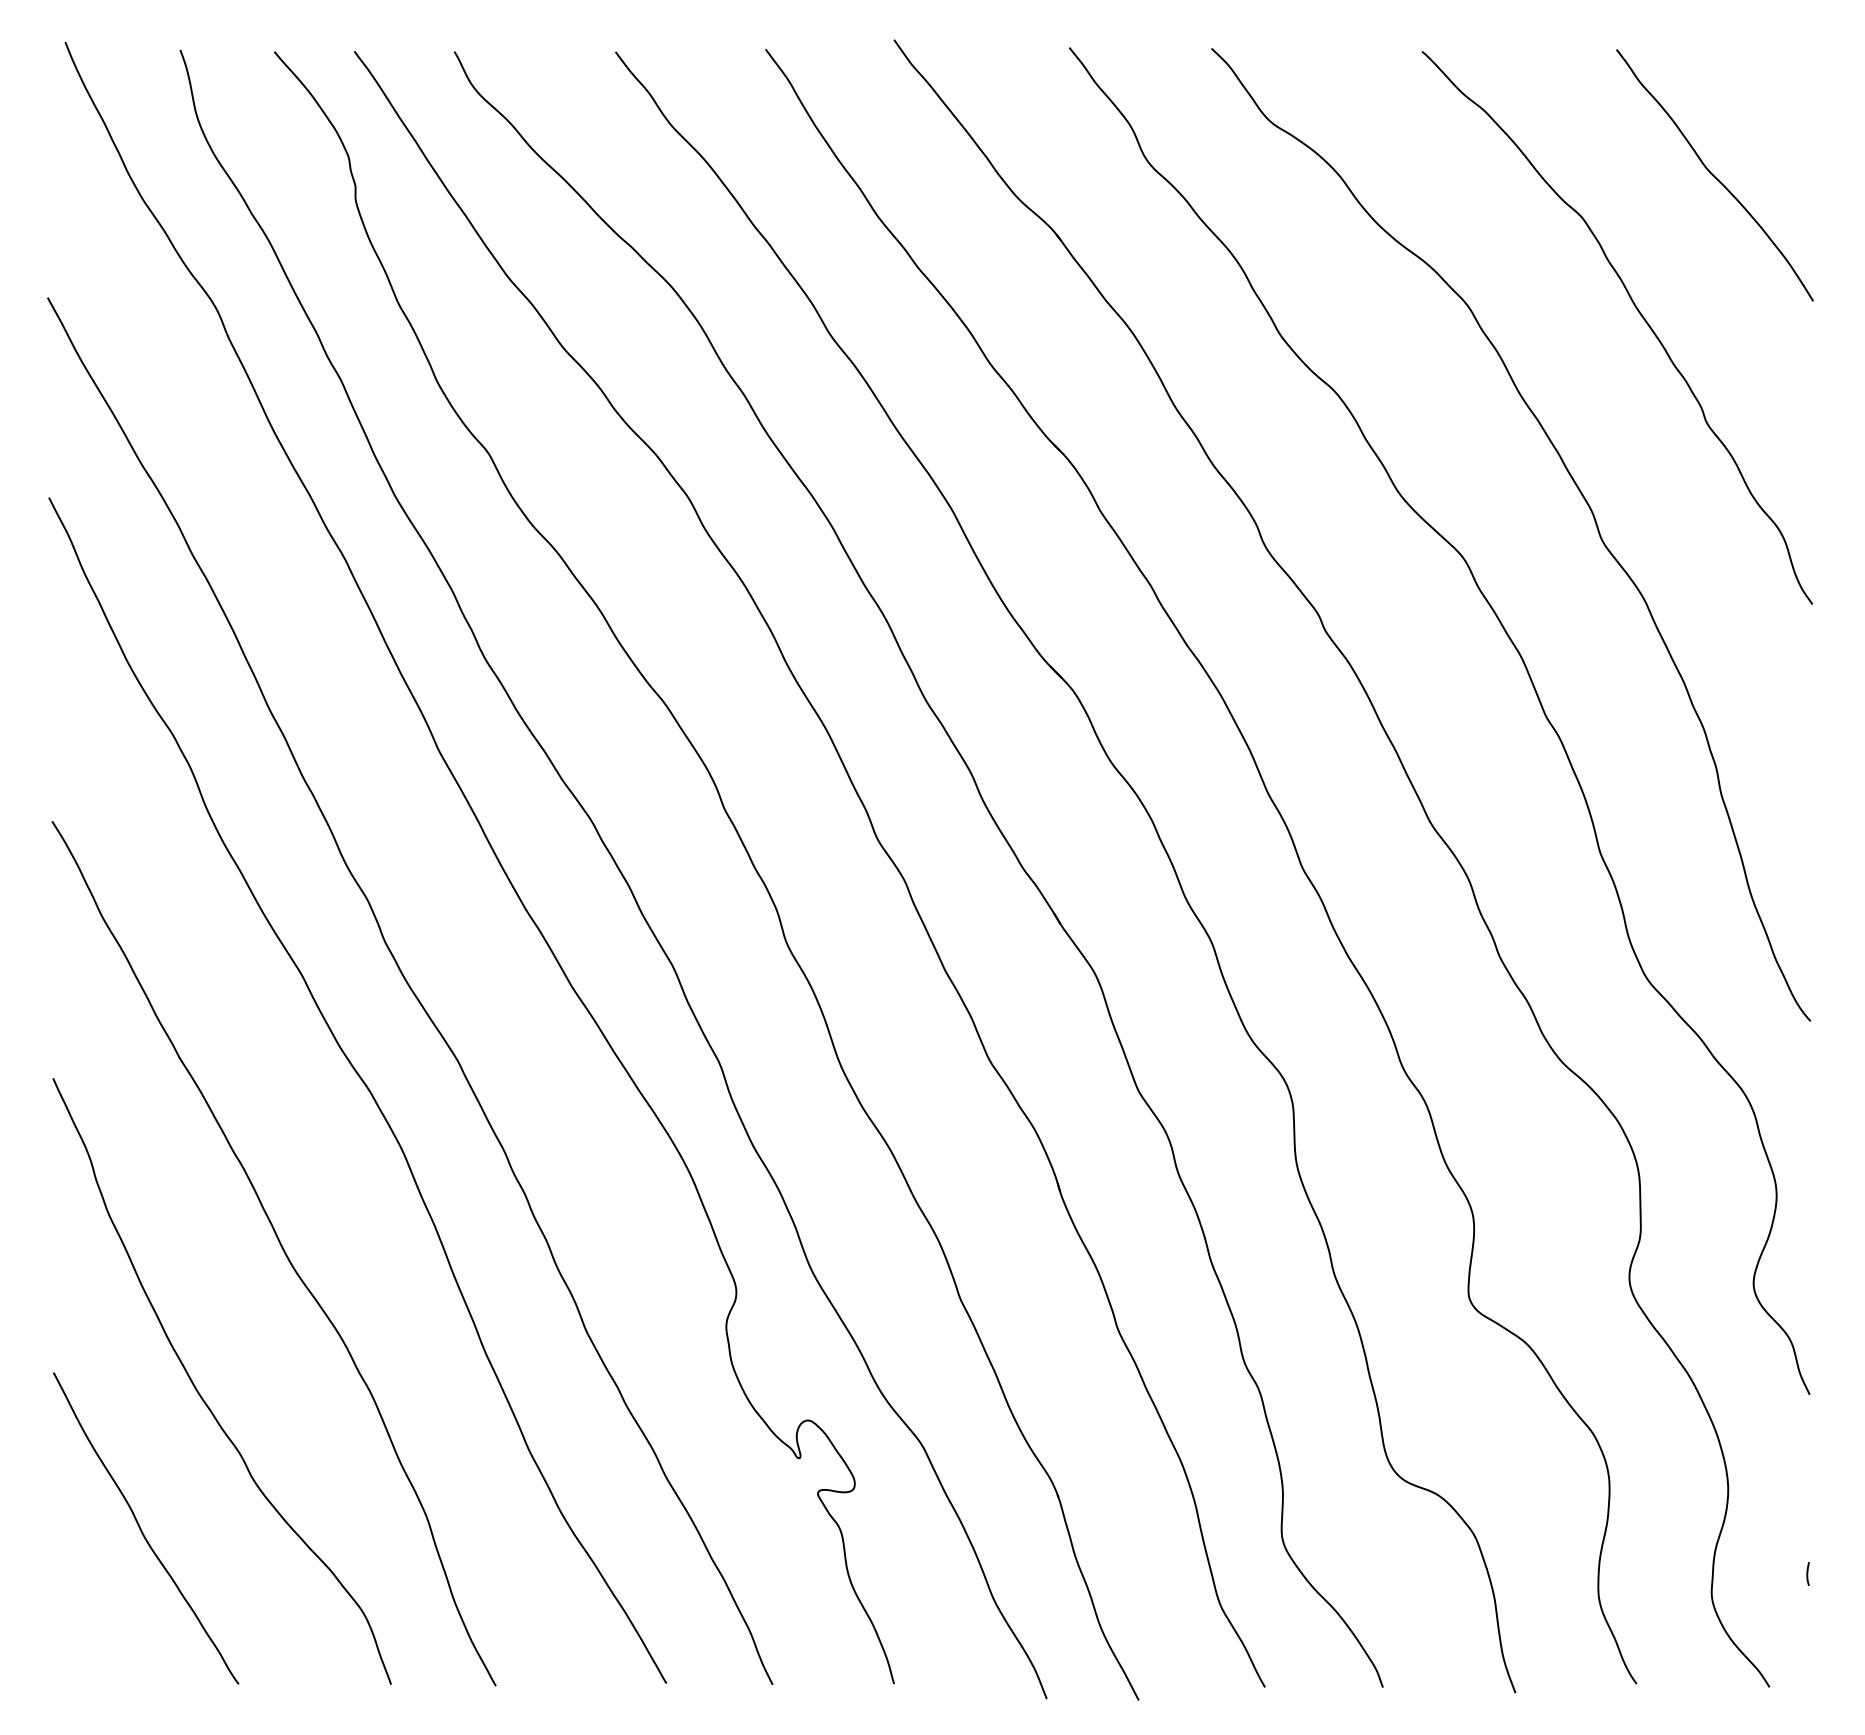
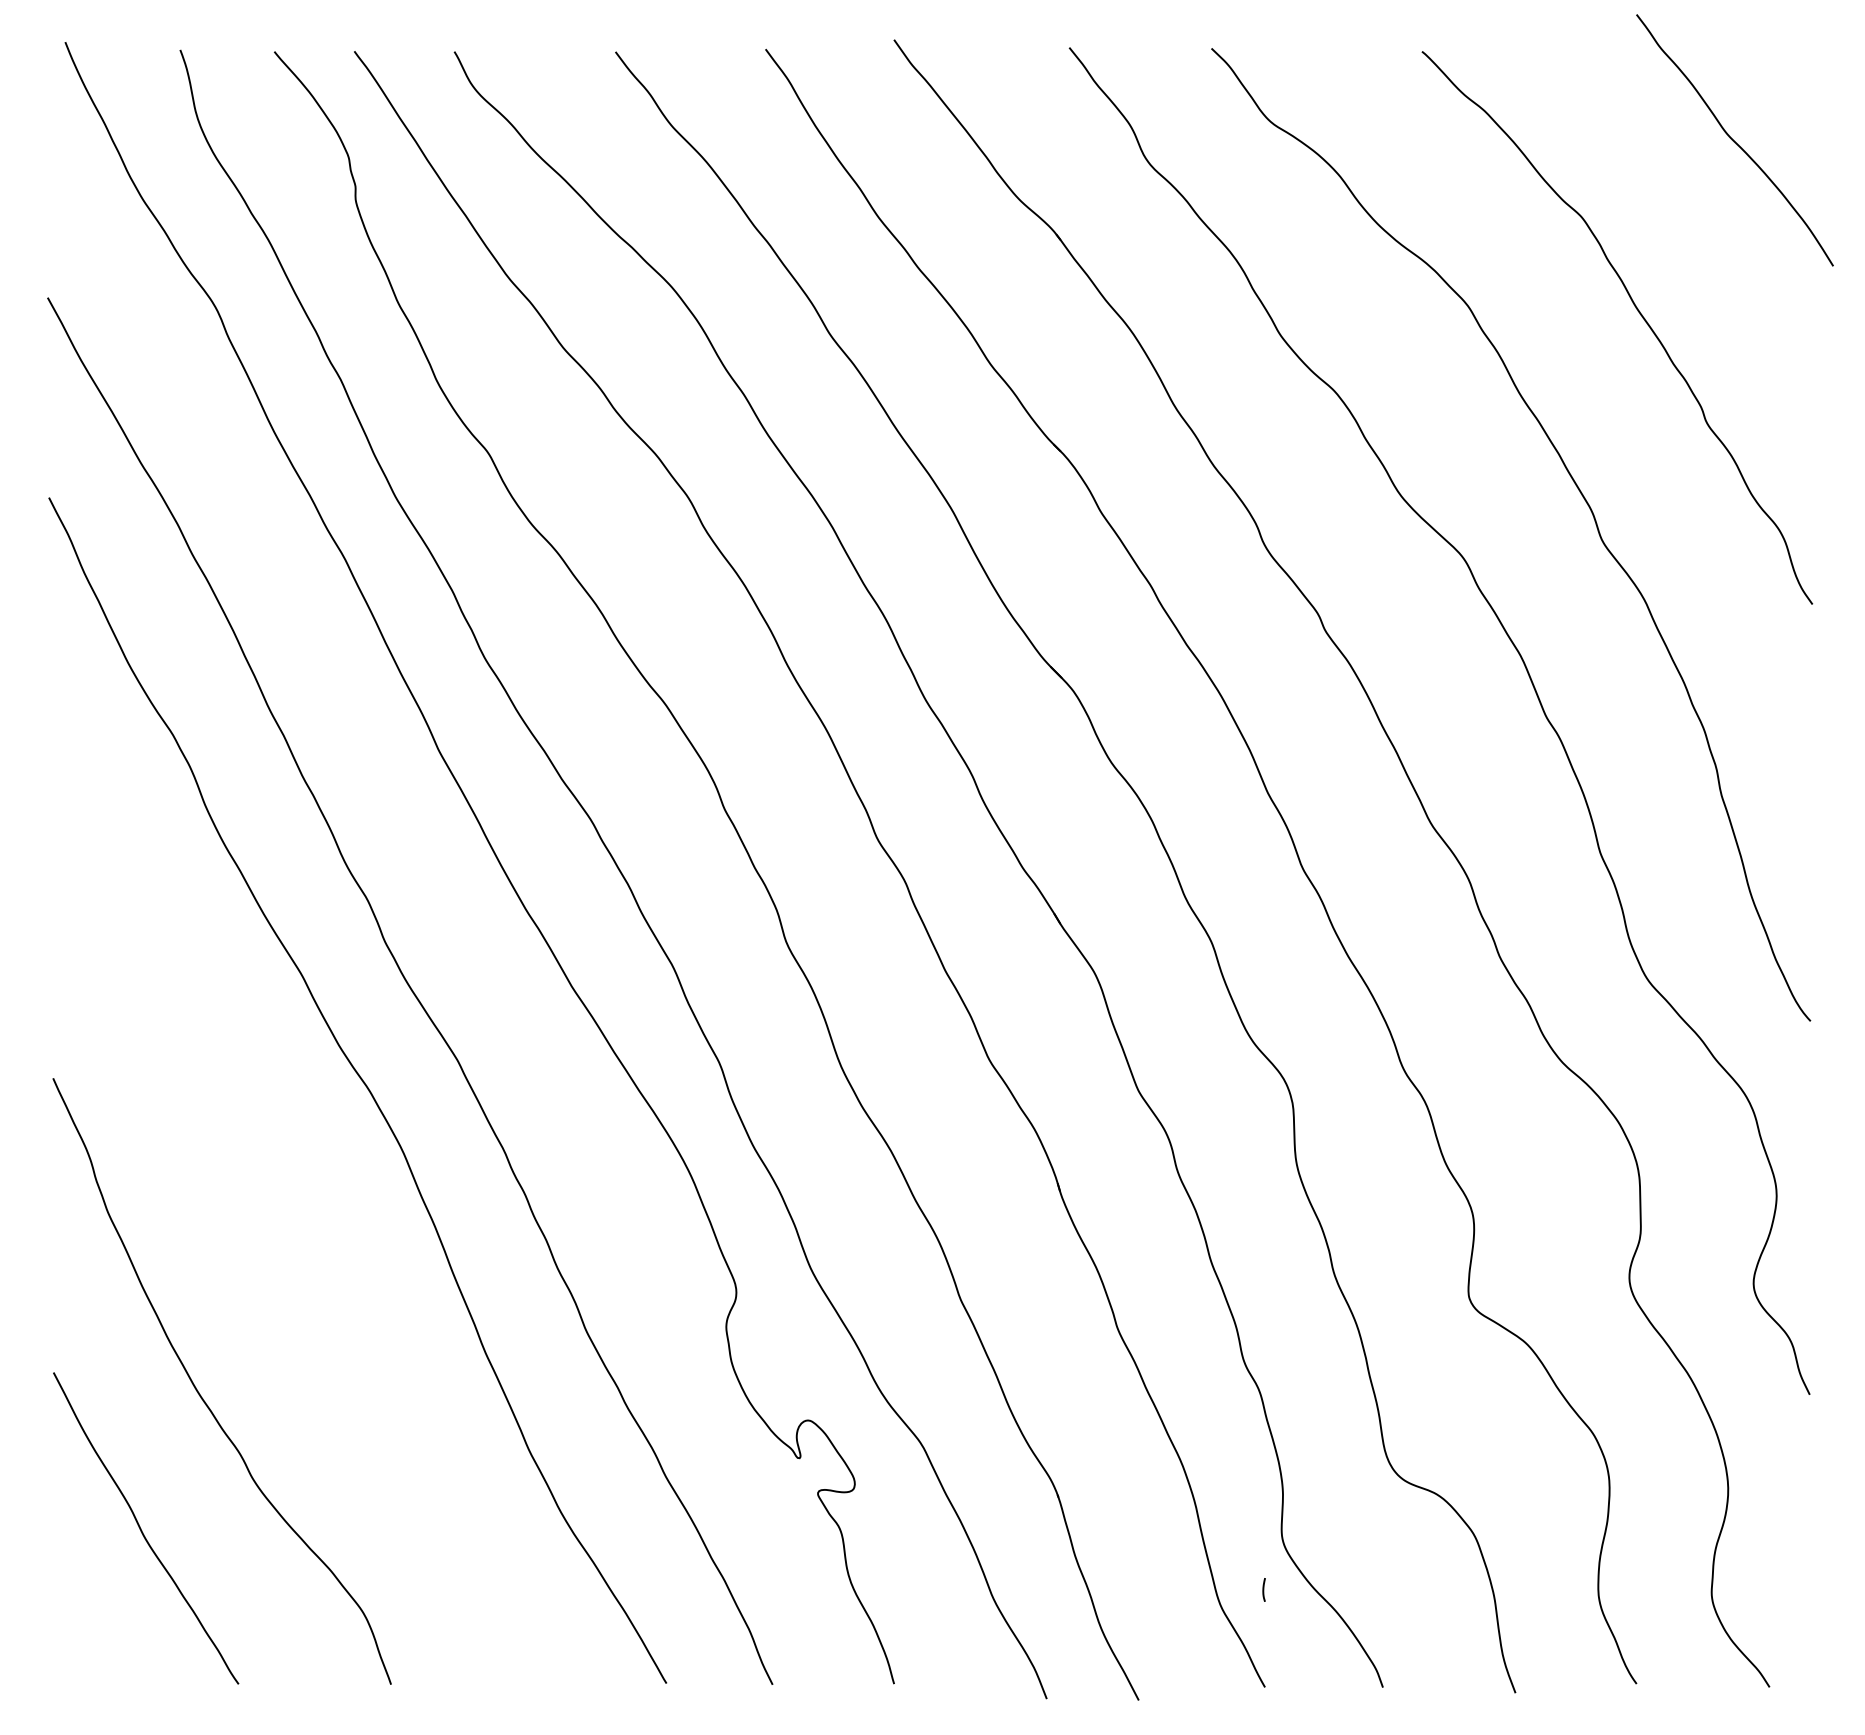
curve at (1714, 175) position: (1714, 175) -> (1734, 140)
curve at (281, 1248): present -> none
line at (1807, 1573) position: (1807, 1573) -> (1263, 1589)
